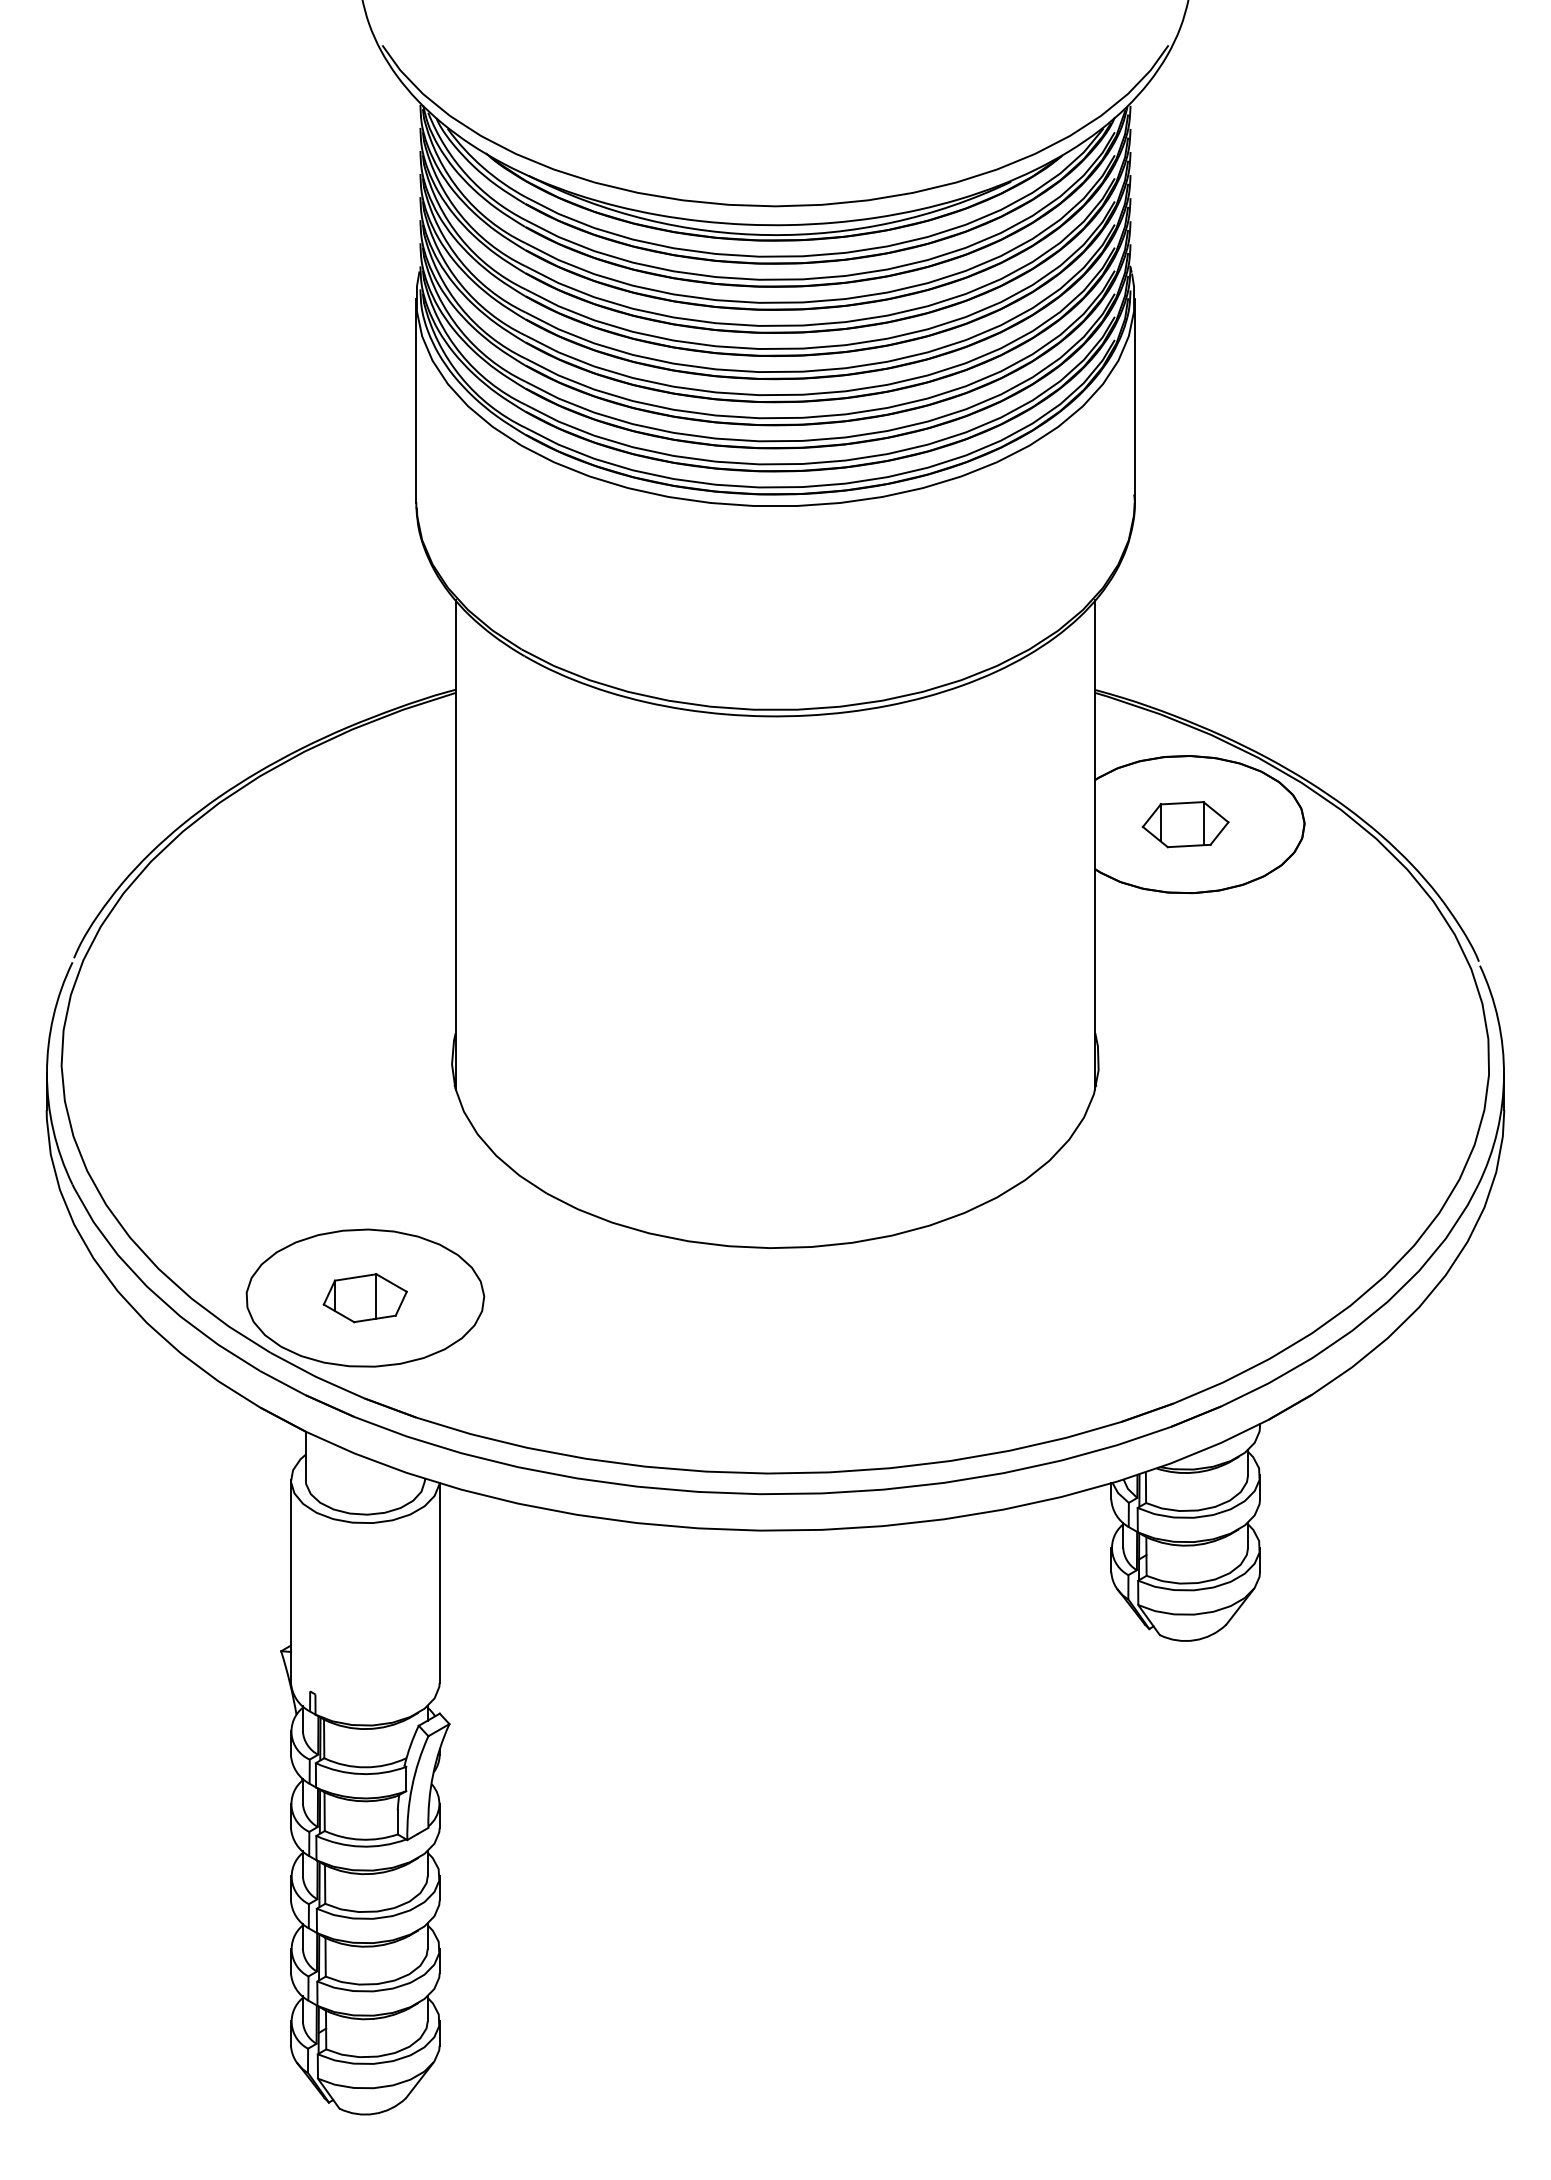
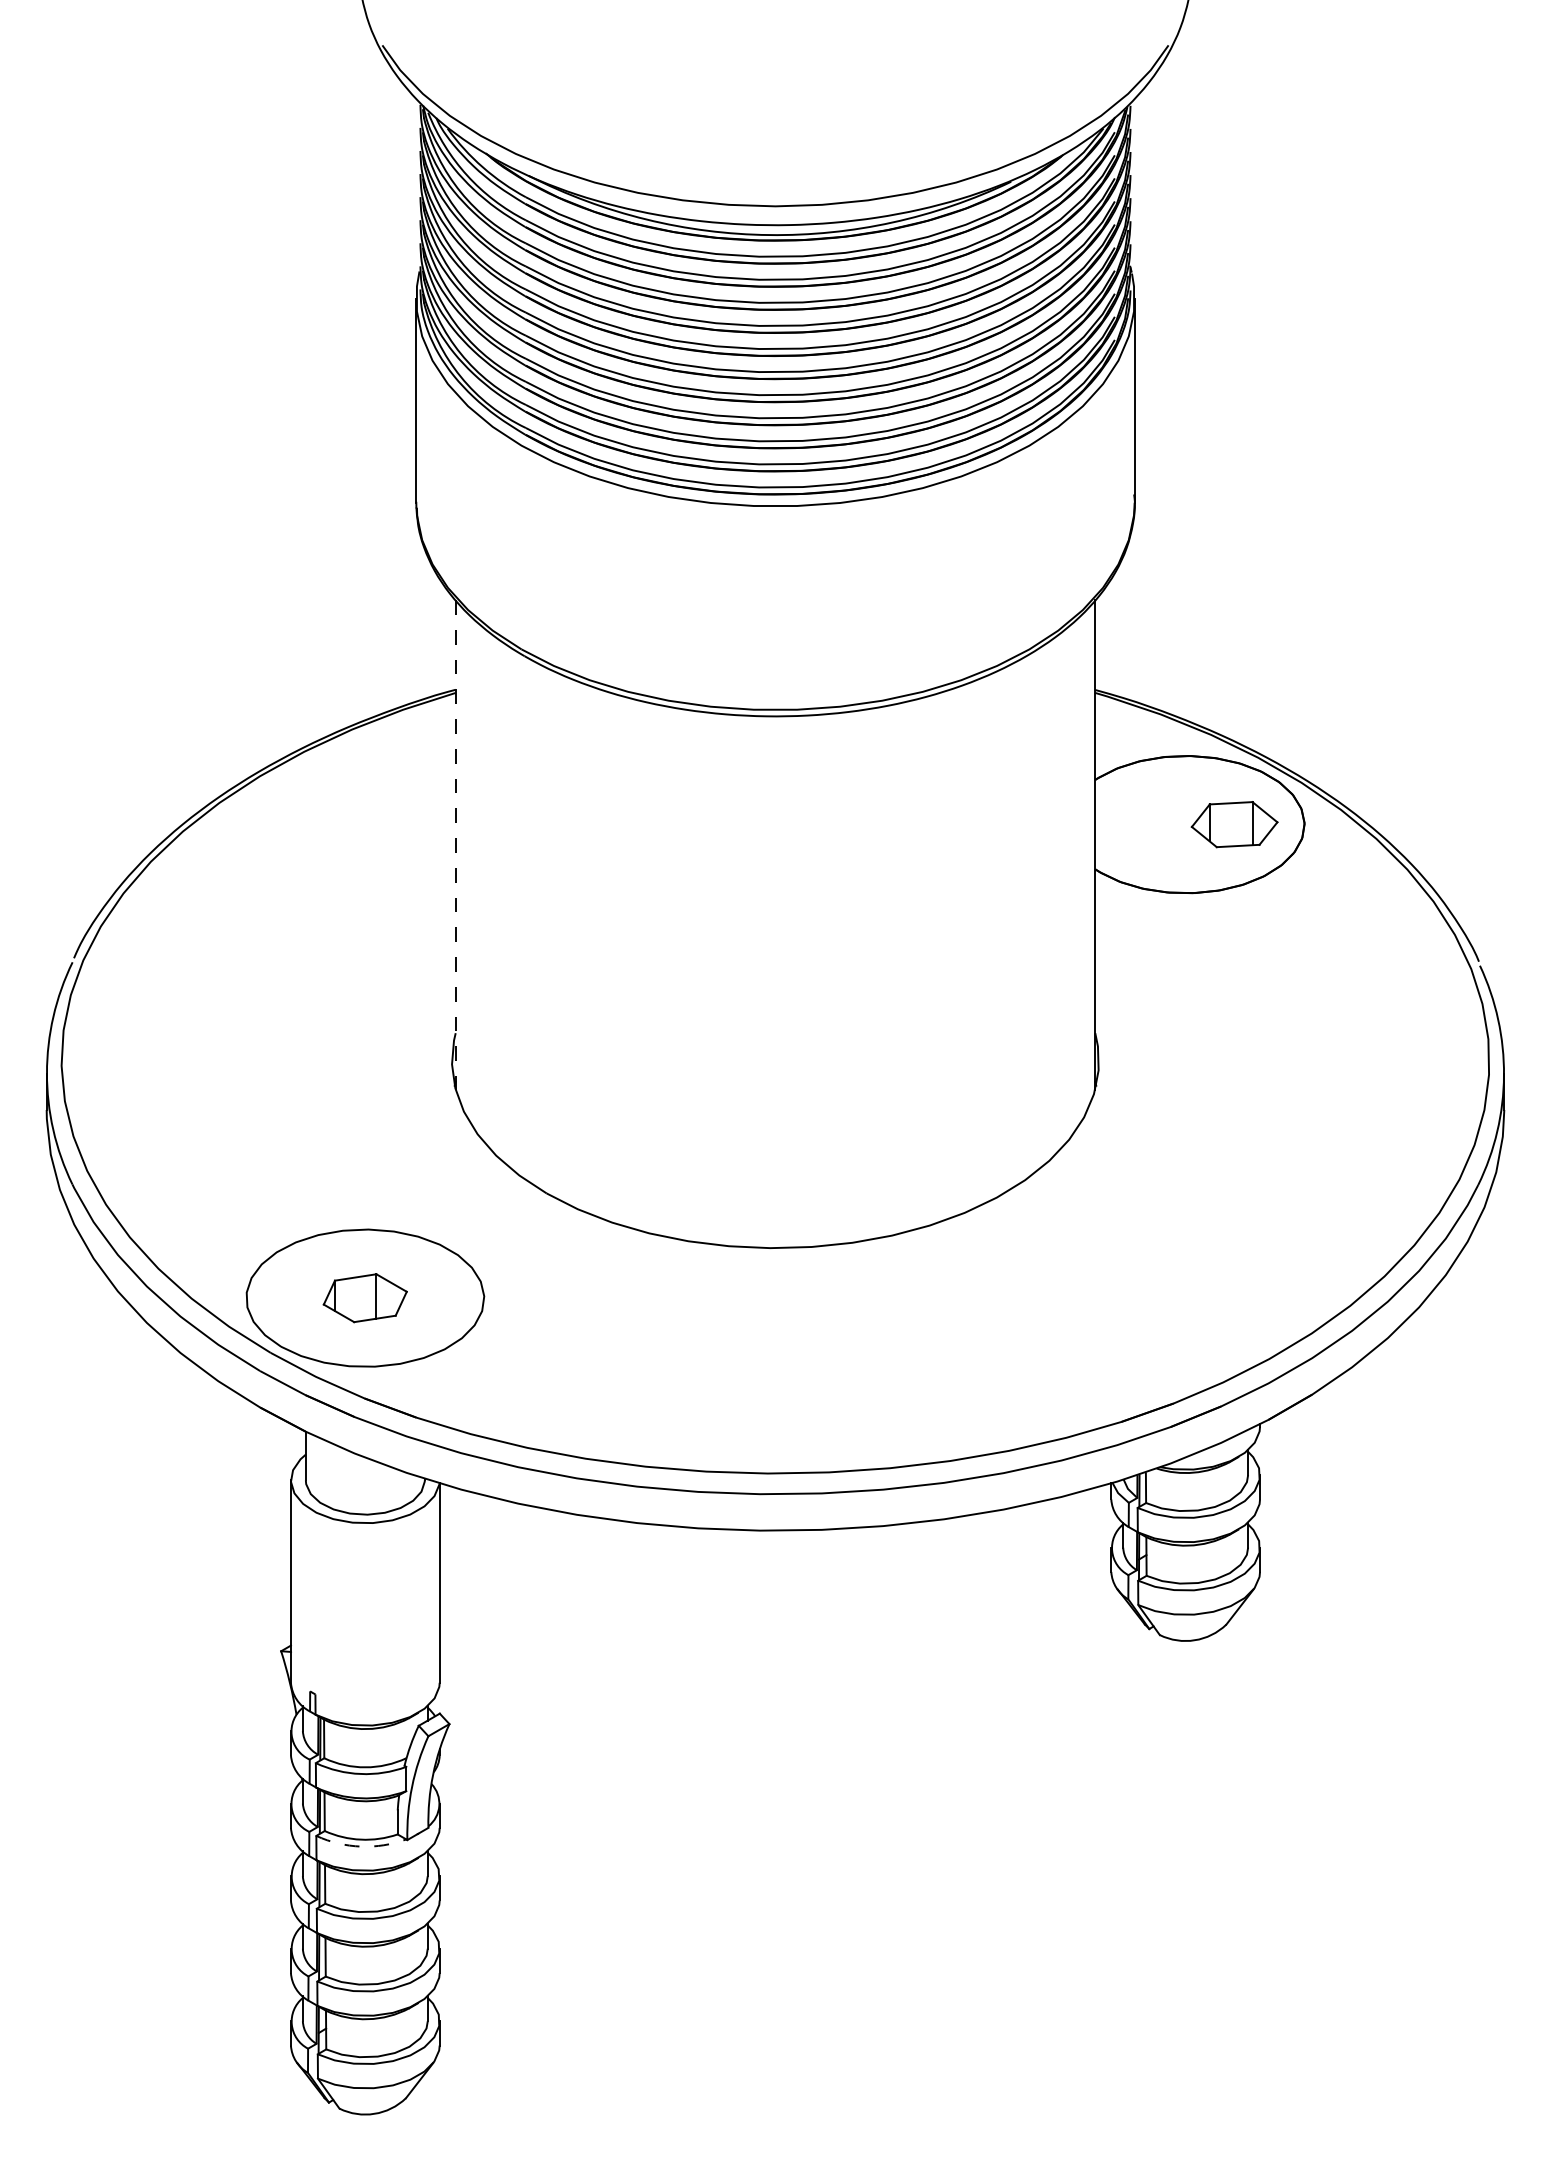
part at (1185, 824) position: (1185, 824) -> (1234, 824)
line at (455, 844): solid -> dashed
arc at (361, 1846): solid -> dashed
